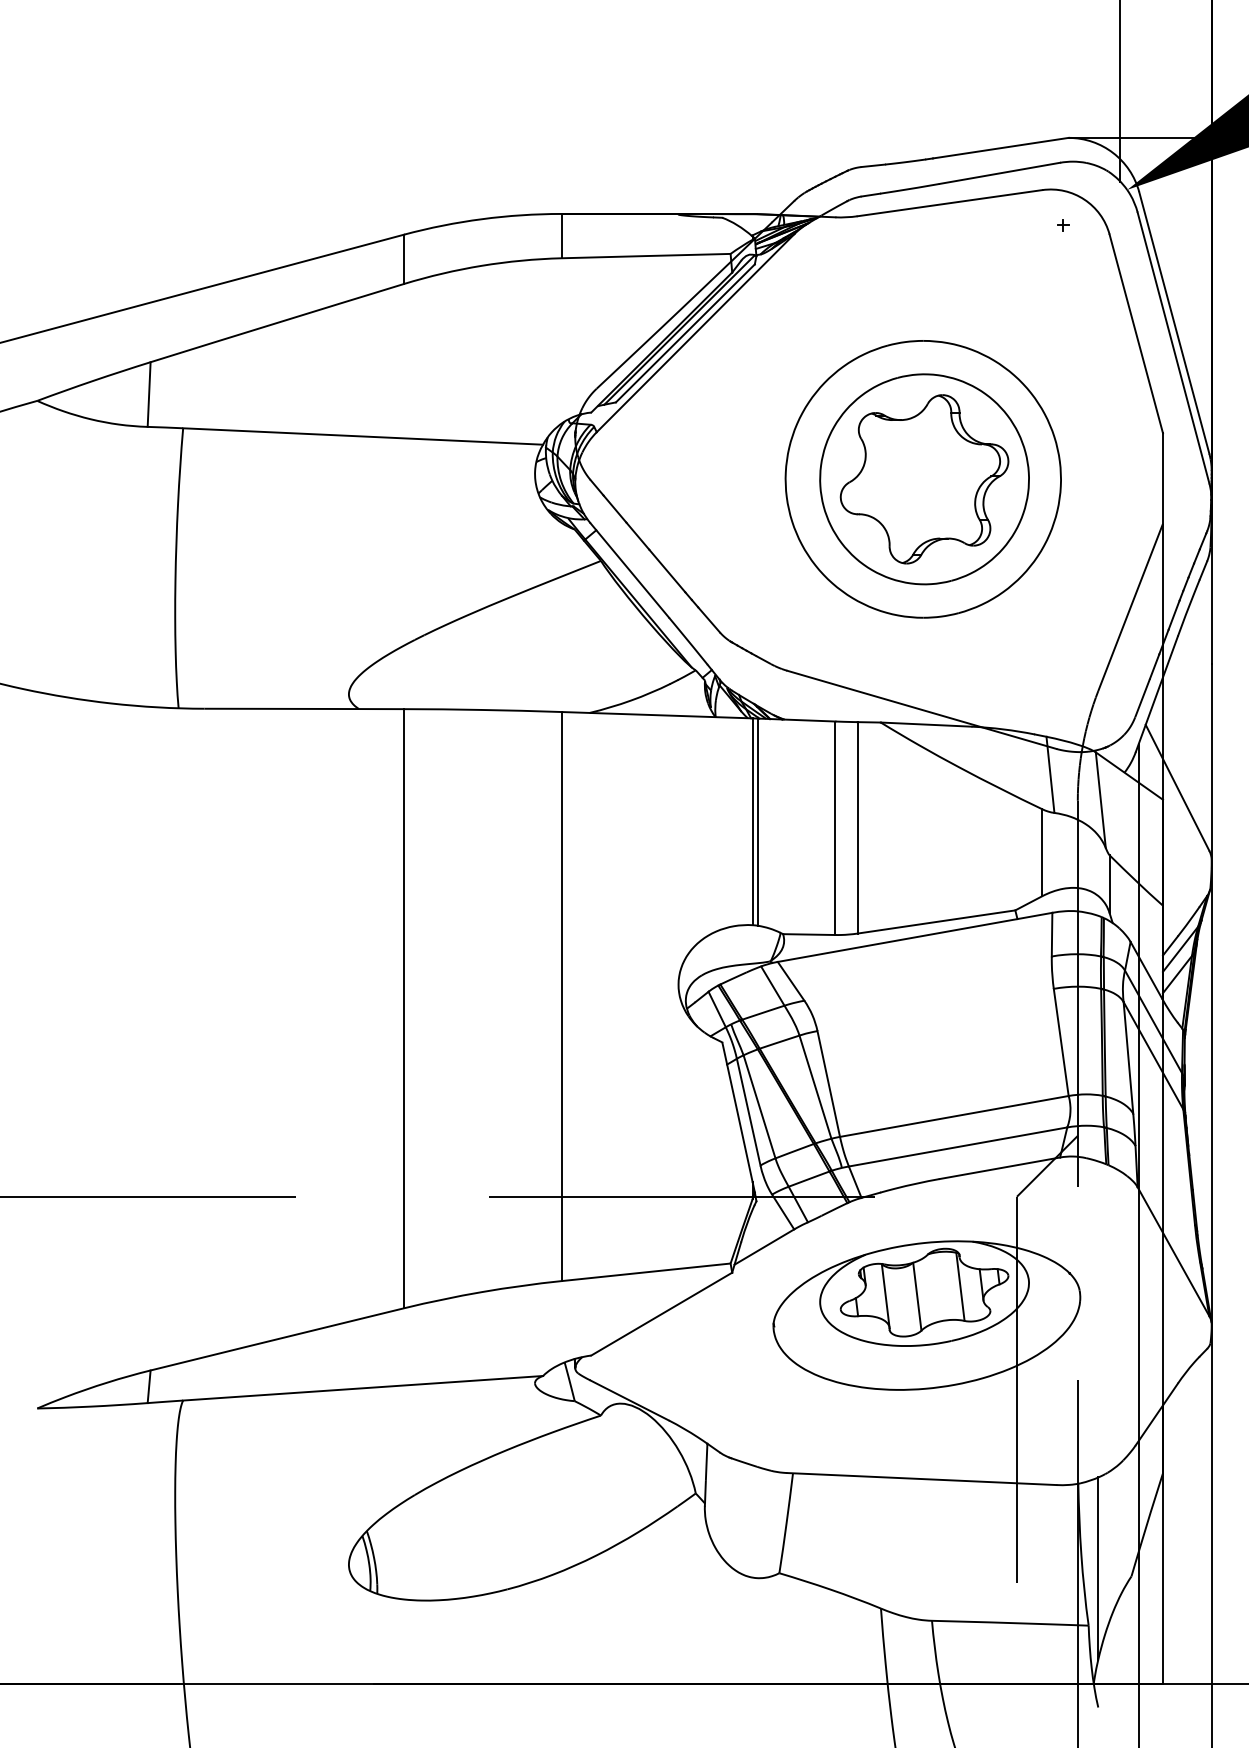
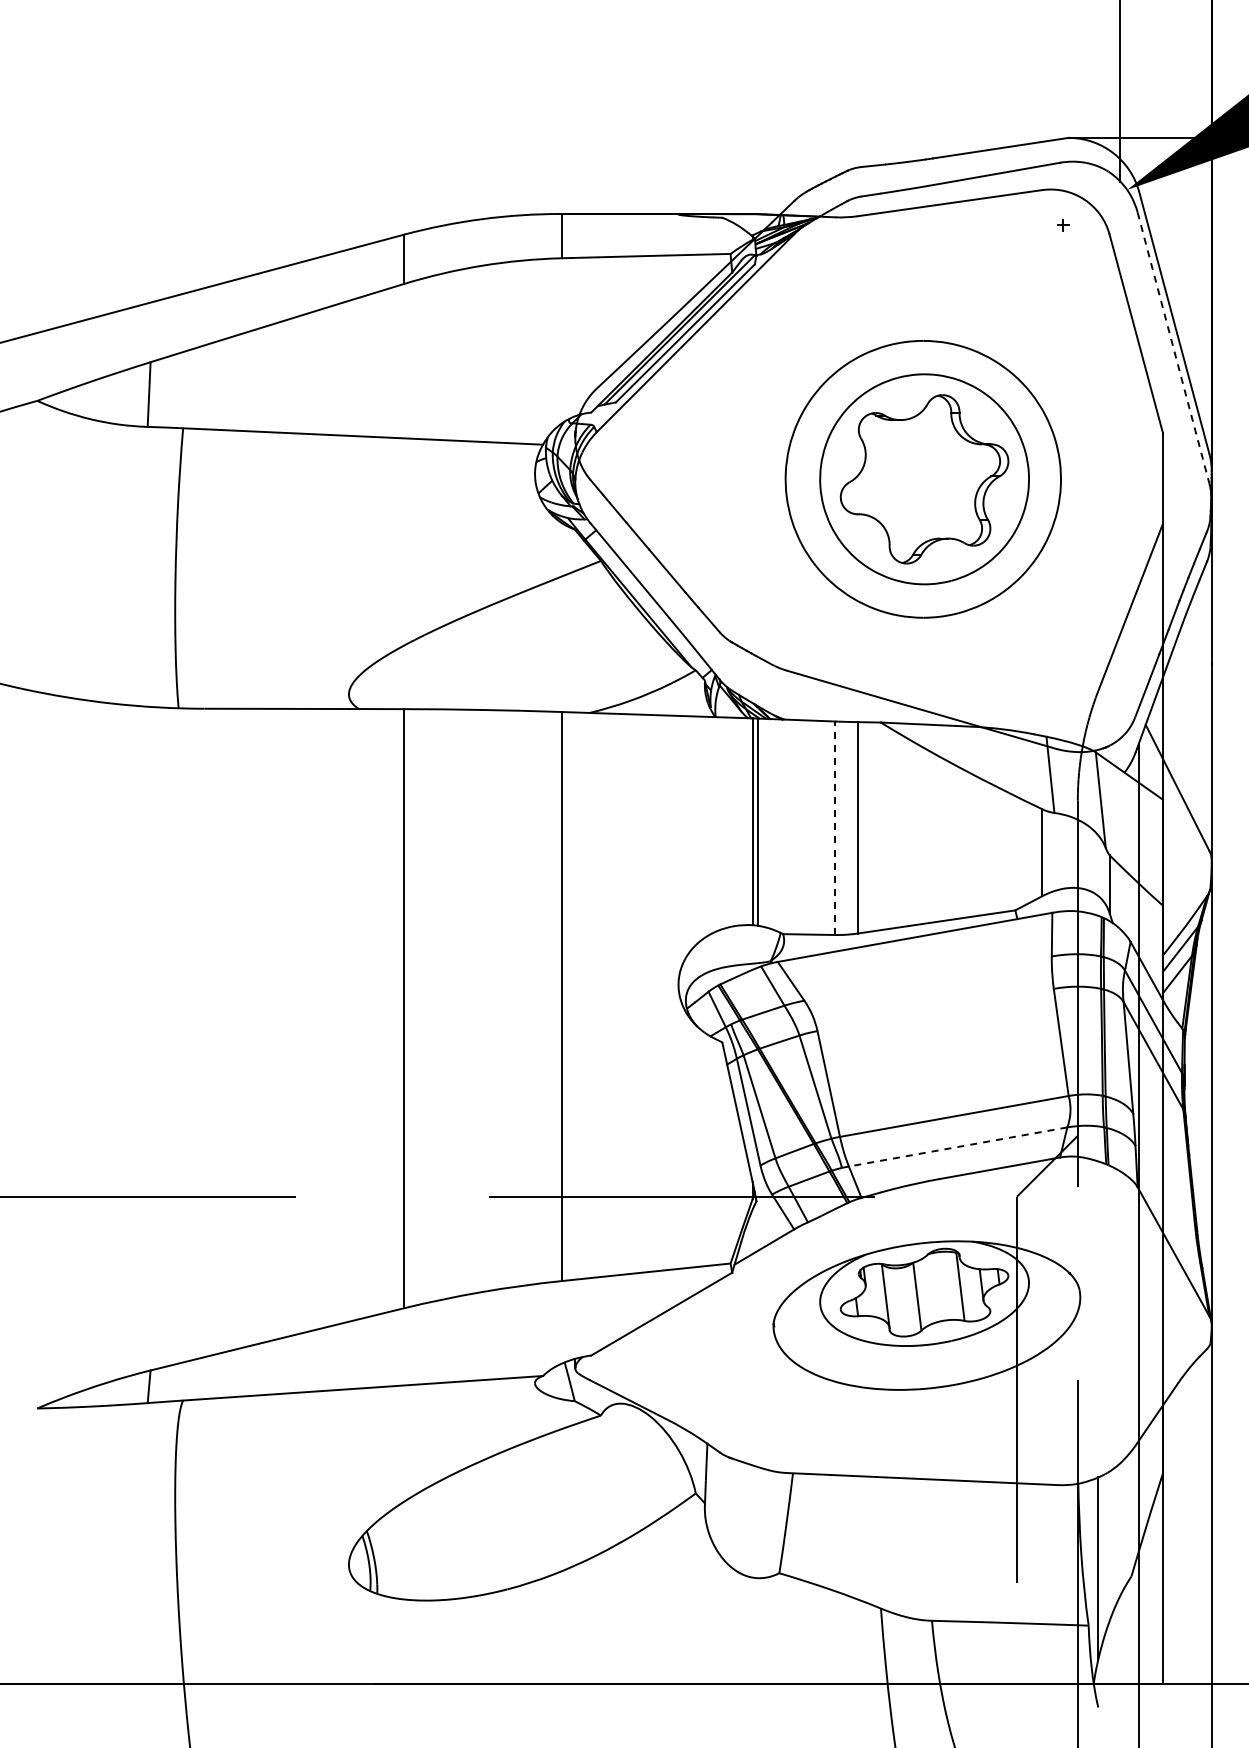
line at (1173, 348): solid -> dashed
line at (835, 828): solid -> dashed
line at (958, 1146): solid -> dashed
